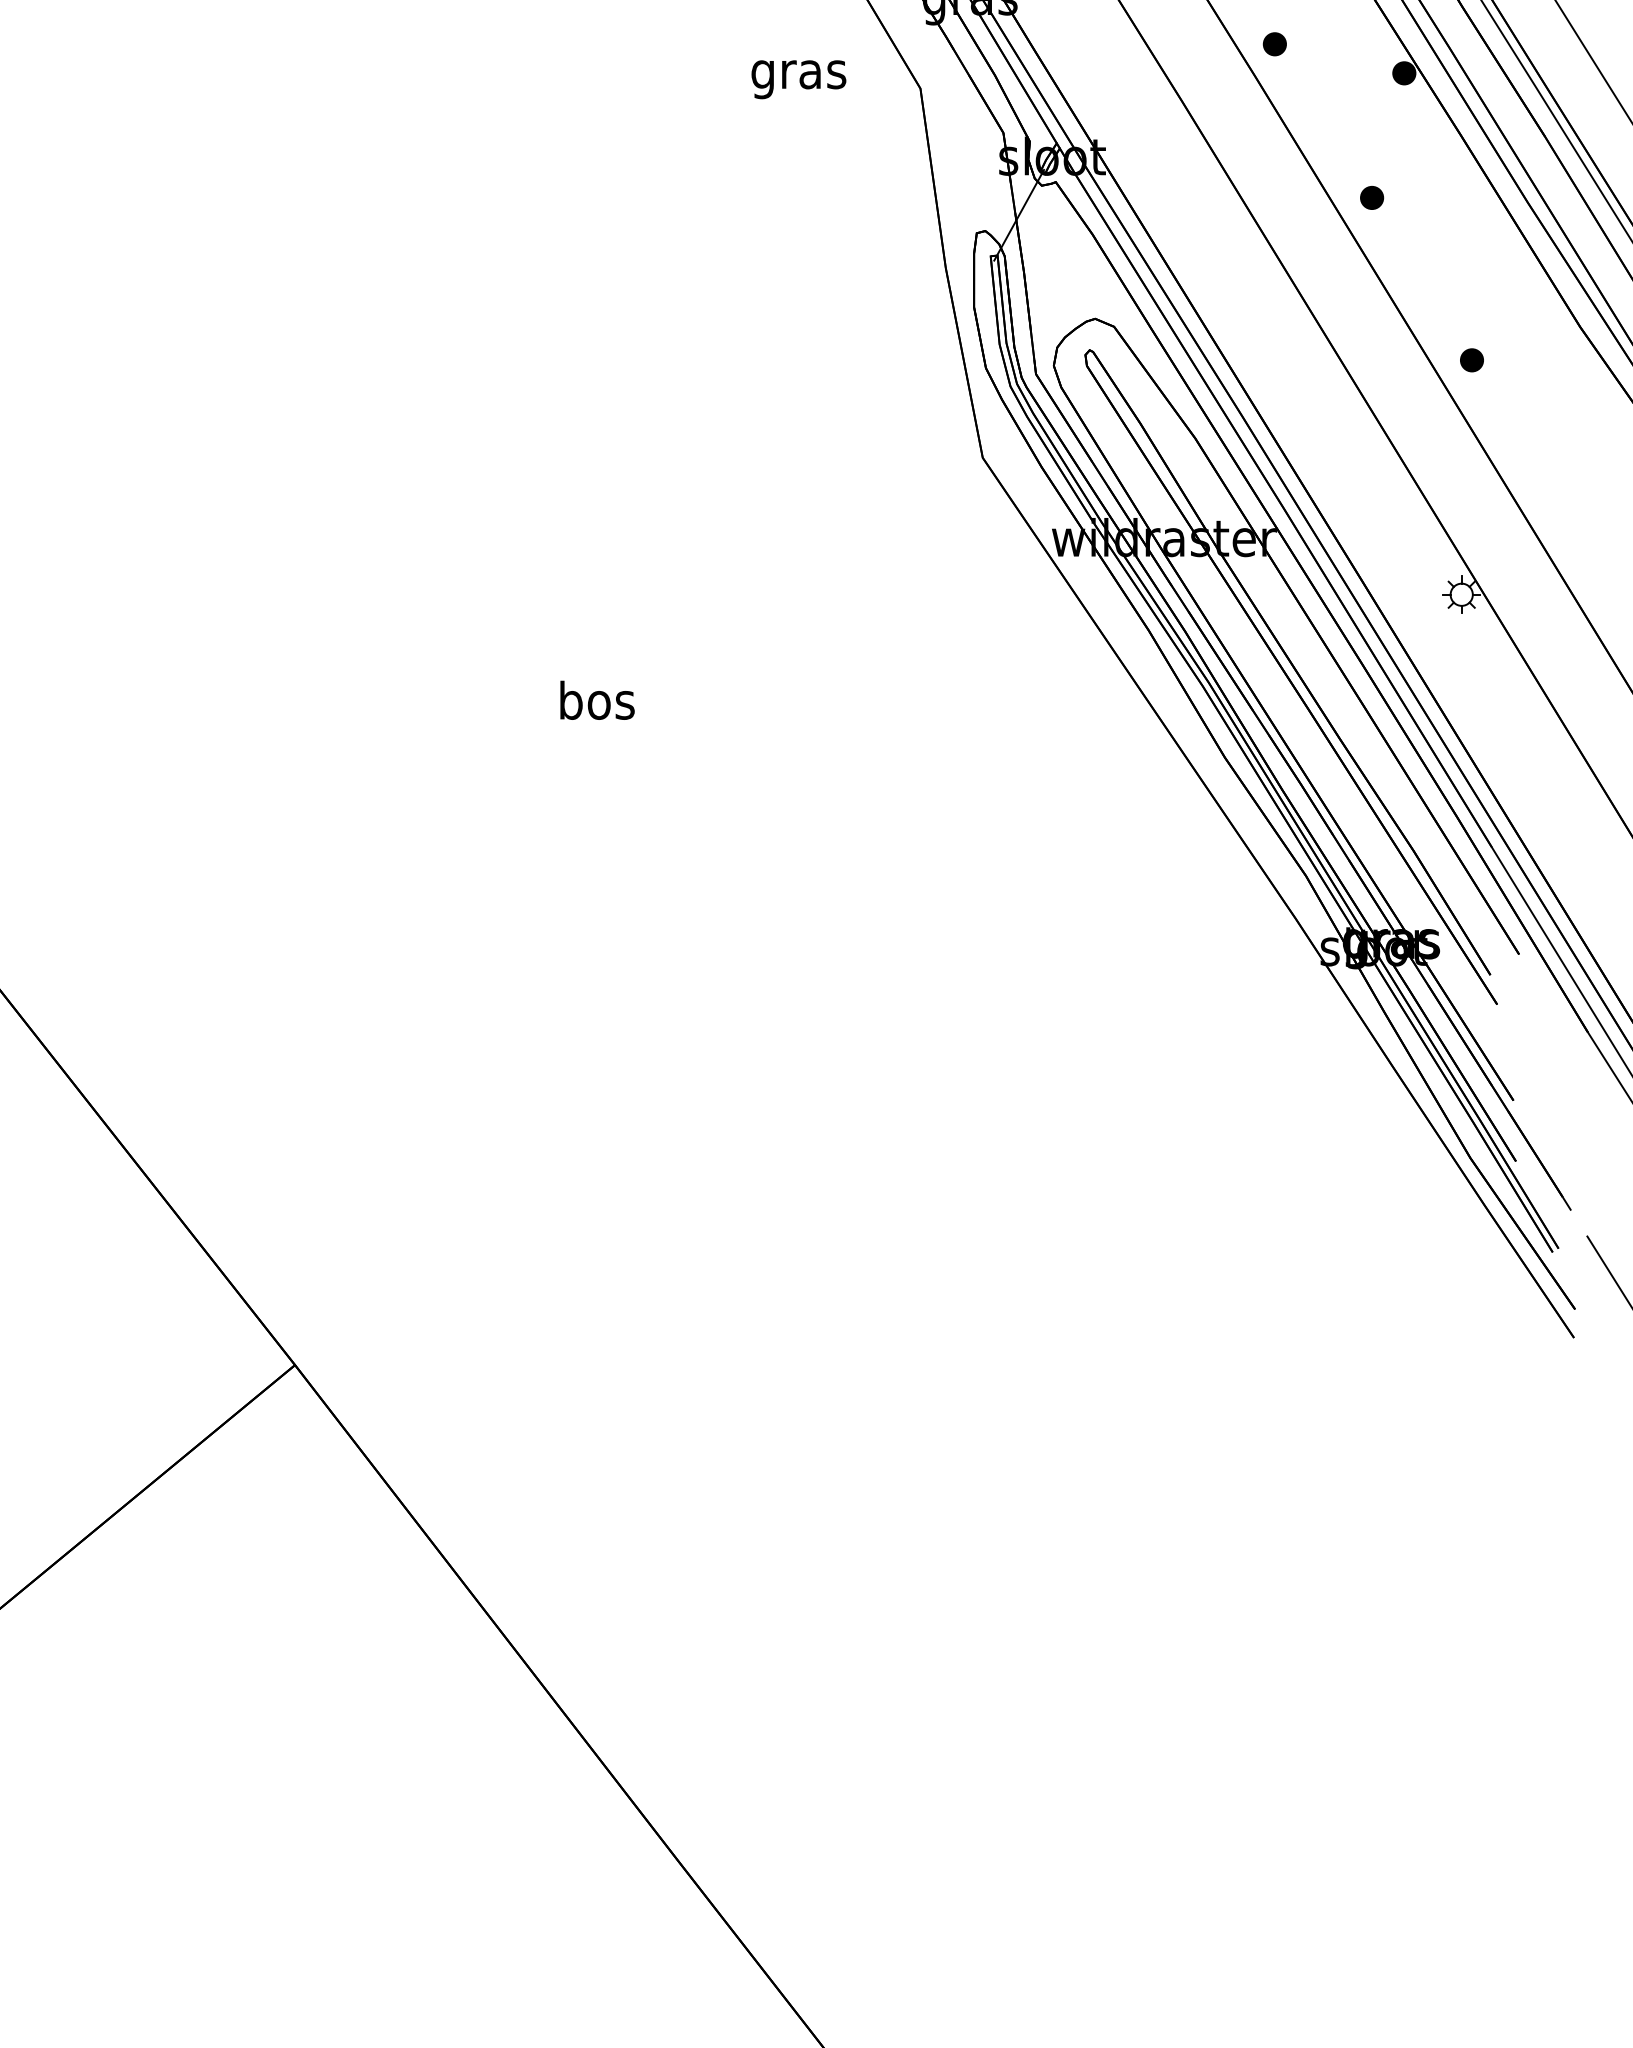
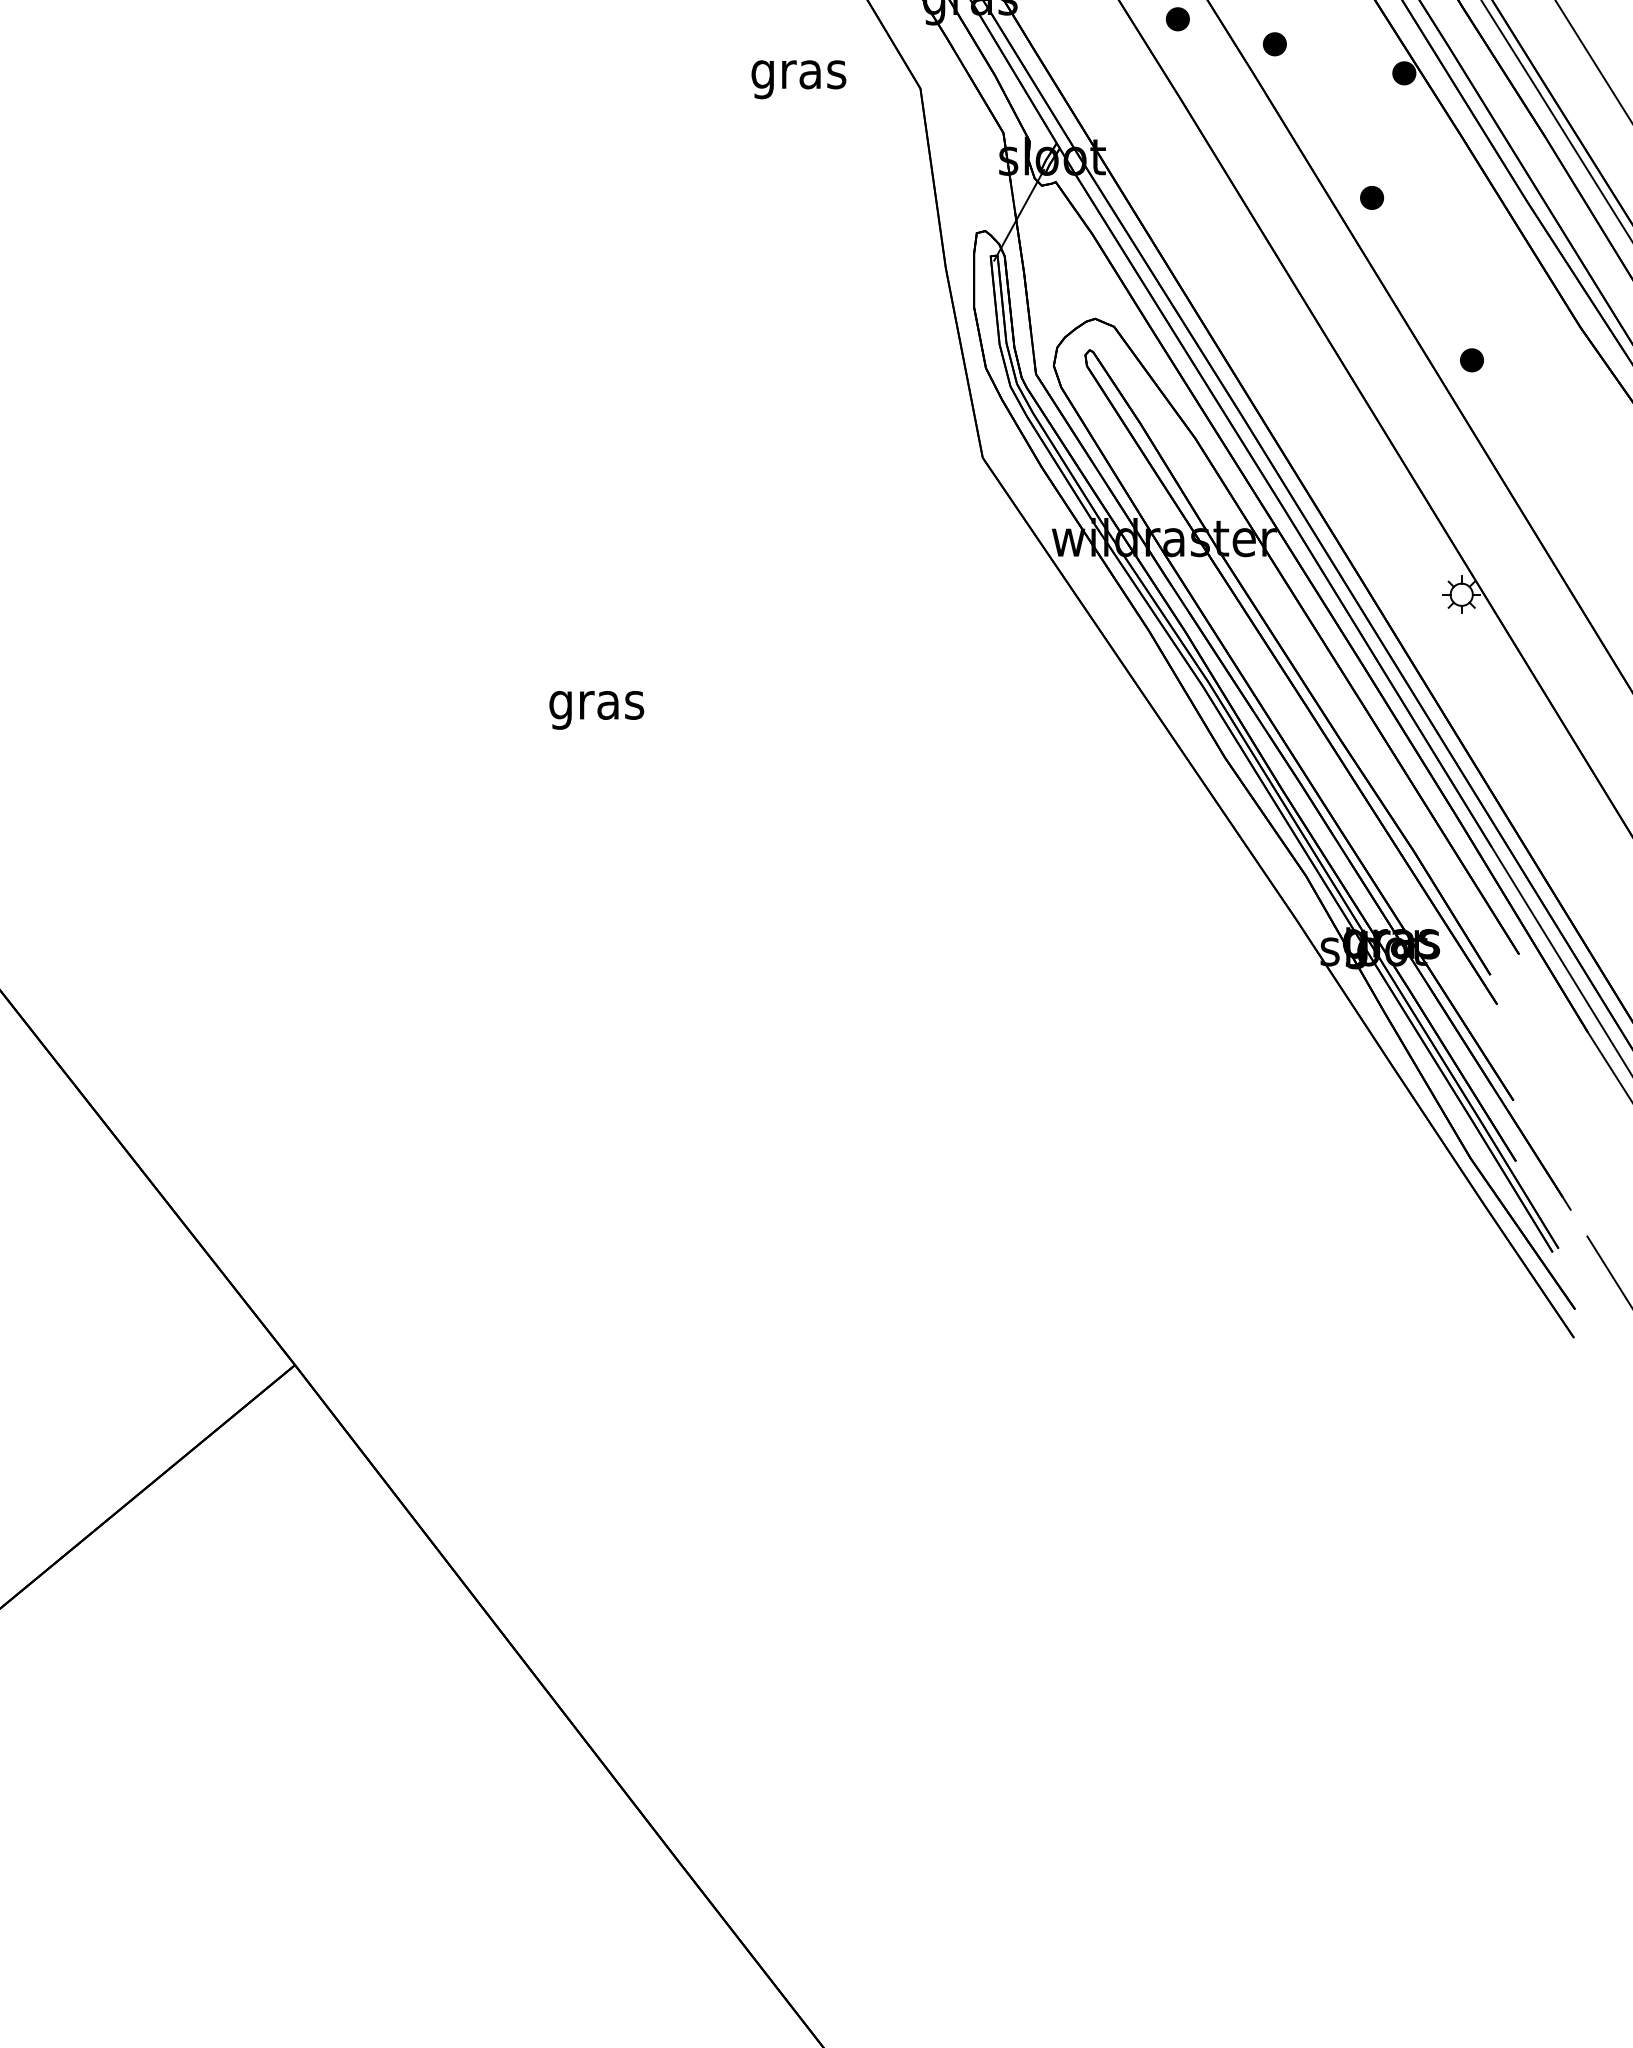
part at (1177, 19): none -> present
text at (596, 704): bos -> gras
